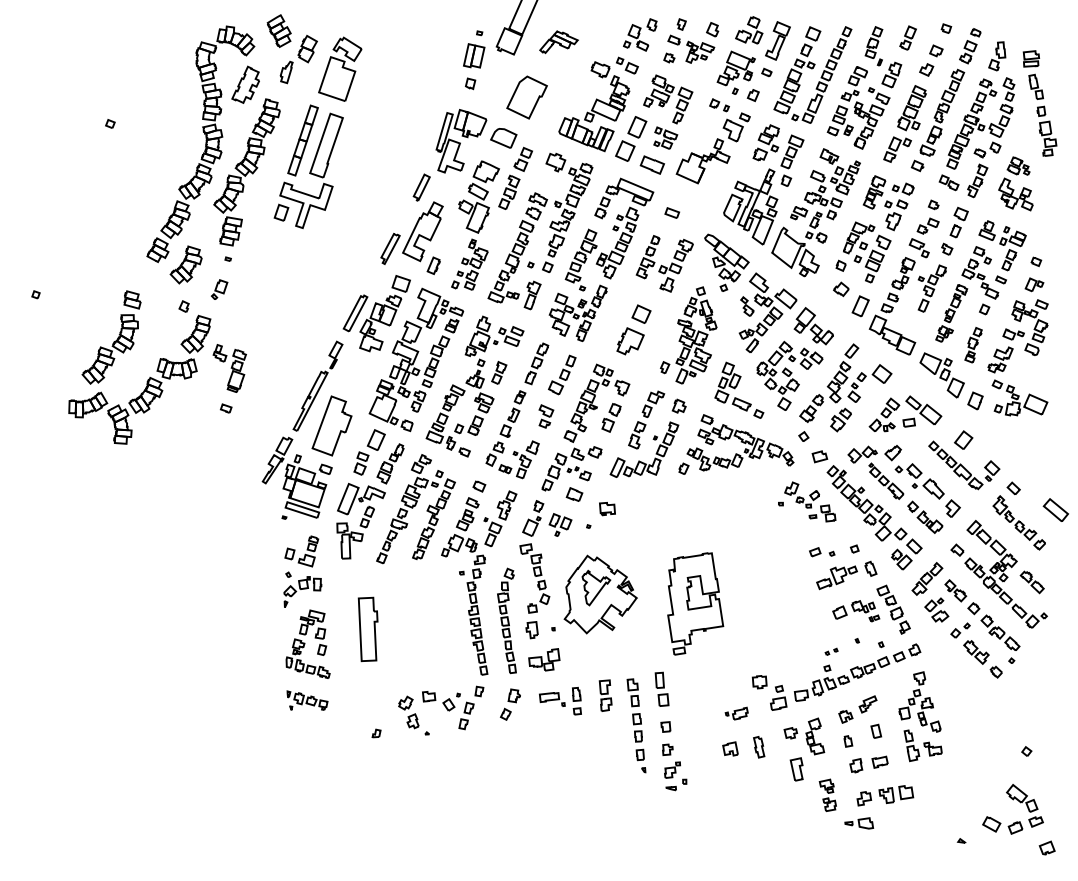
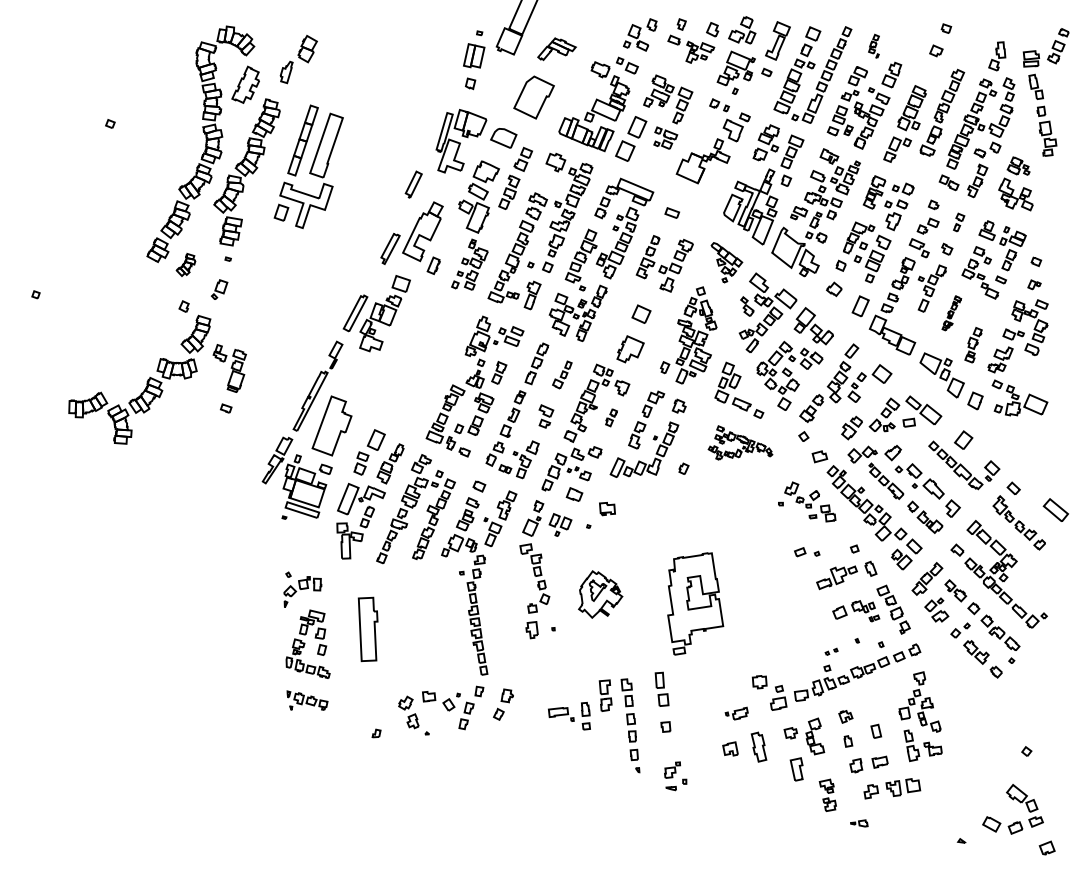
part at (278, 30): present -> none
part at (749, 30) position: (749, 30) -> (742, 30)
part at (907, 37): present -> none
part at (558, 42) position: (558, 42) -> (556, 49)
part at (873, 46) size: 20x41 px -> 12x26 px
part at (970, 46) position: (970, 46) -> (1058, 46)
part at (669, 57): present -> none
part at (340, 68): present -> none
part at (926, 69): present -> none
part at (752, 95): present -> none
part at (526, 97) position: (526, 97) -> (533, 97)
part at (651, 164): present -> none
part at (917, 165): present -> none
part at (421, 187) position: (421, 187) -> (413, 184)
part at (958, 222) size: 20x33 px -> 13x21 px
part at (726, 262) size: 46x59 px -> 34x42 px
part at (185, 264) size: 34x40 px -> 22x24 px
part at (1034, 284) size: 21x16 px -> 15x12 px
part at (841, 289) position: (841, 289) -> (834, 289)
part at (984, 309): present -> none
part at (951, 313) size: 34x59 px -> 22x37 px
part at (111, 337): present -> none
part at (630, 341) position: (630, 341) -> (630, 349)
part at (416, 359): present -> none
part at (562, 374) size: 29x42 px -> 21x30 px
part at (611, 417) size: 21x30 px -> 13x20 px
part at (840, 419) position: (840, 419) -> (851, 427)
part at (740, 442) size: 109x58 px -> 67x36 px
part at (301, 551): present -> none
part at (822, 552) position: (822, 552) -> (807, 552)
part at (1031, 582): present -> none
part at (600, 594) size: 75x81 px -> 46x49 px
part at (506, 620): present -> none
part at (544, 659): present -> none
part at (560, 700) position: (560, 700) -> (569, 715)
part at (510, 704) position: (510, 704) -> (503, 704)
part at (867, 704): present -> none
part at (636, 725) position: (636, 725) -> (630, 725)
part at (759, 747) size: 13x23 px -> 18x32 px
part at (667, 749): present -> none
part at (885, 795) position: (885, 795) -> (892, 788)
part at (859, 823) size: 31x13 px -> 19x9 px
